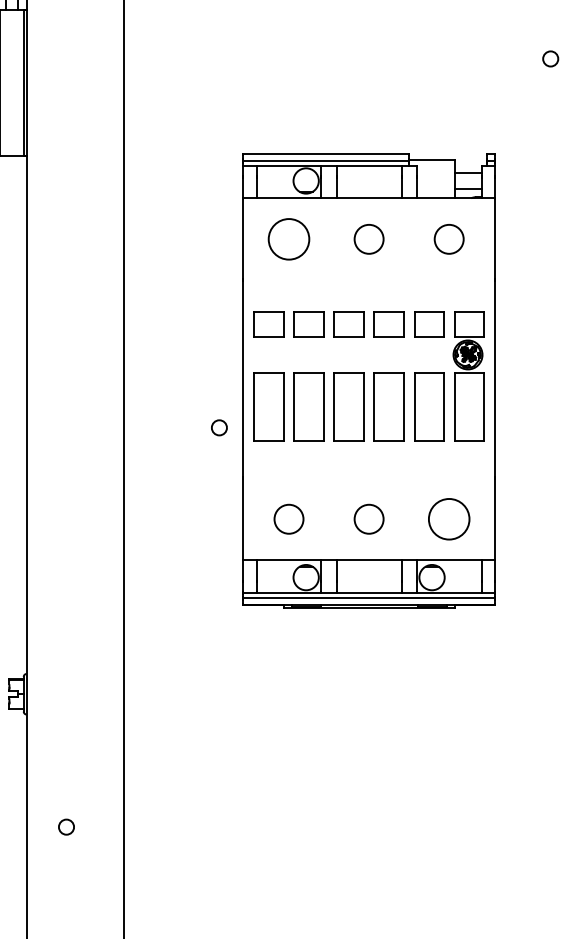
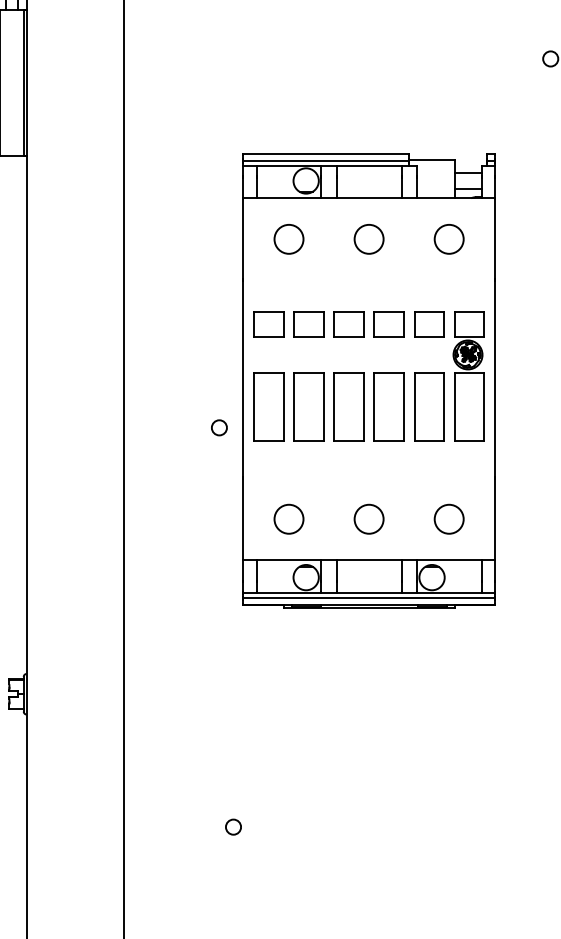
circle at (288, 239) diameter: 41 px -> 29 px
circle at (448, 518) diameter: 41 px -> 29 px
circle at (66, 826) position: (66, 826) -> (233, 826)
